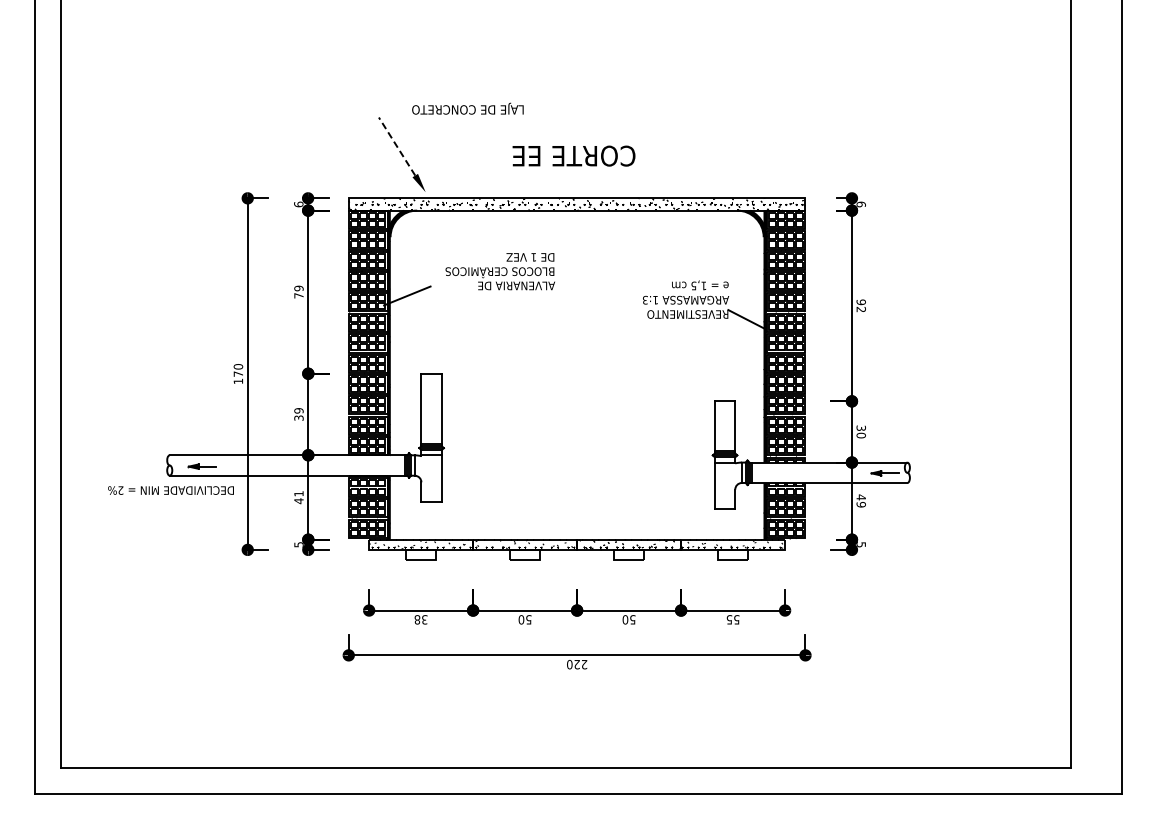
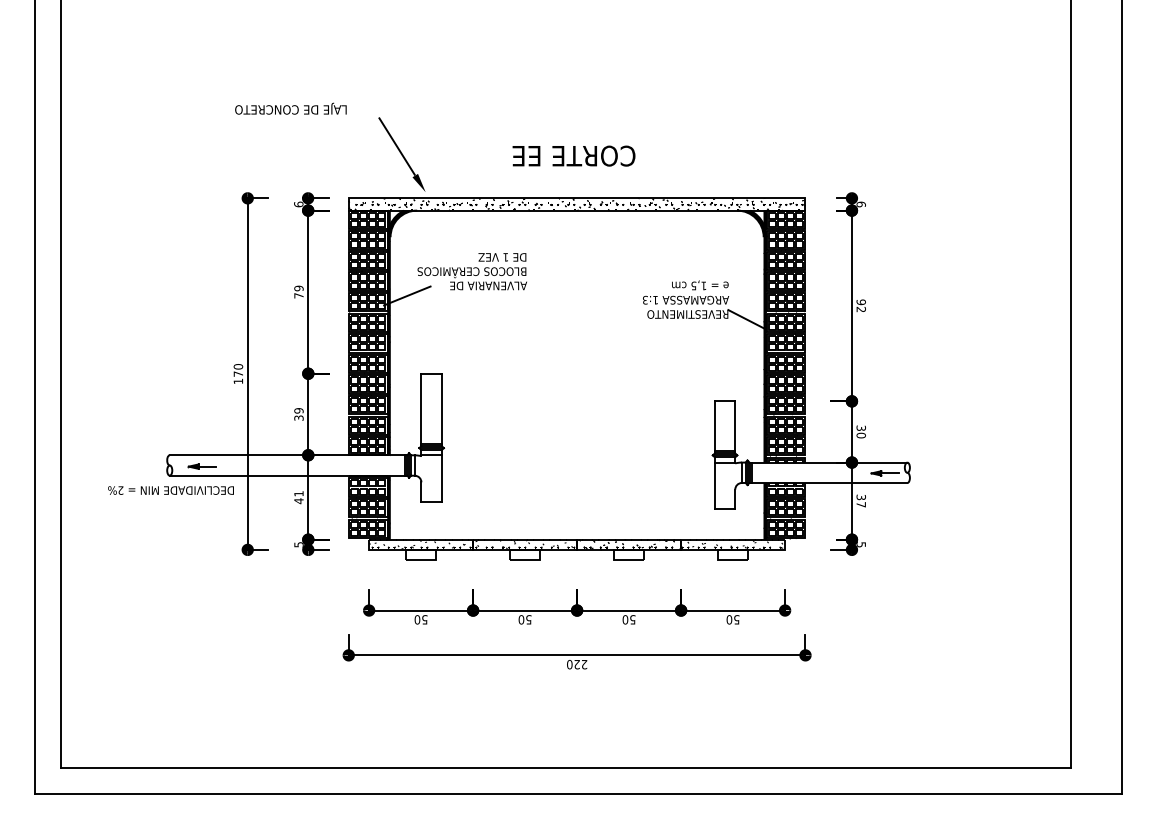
text at (467, 108) position: (467, 108) -> (290, 108)
line at (396, 146): dashed -> solid
text at (499, 271) position: (499, 271) -> (471, 271)
text at (860, 500): 49 -> 37
text at (420, 619): 38 -> 50
text at (729, 619): 55 -> 50
